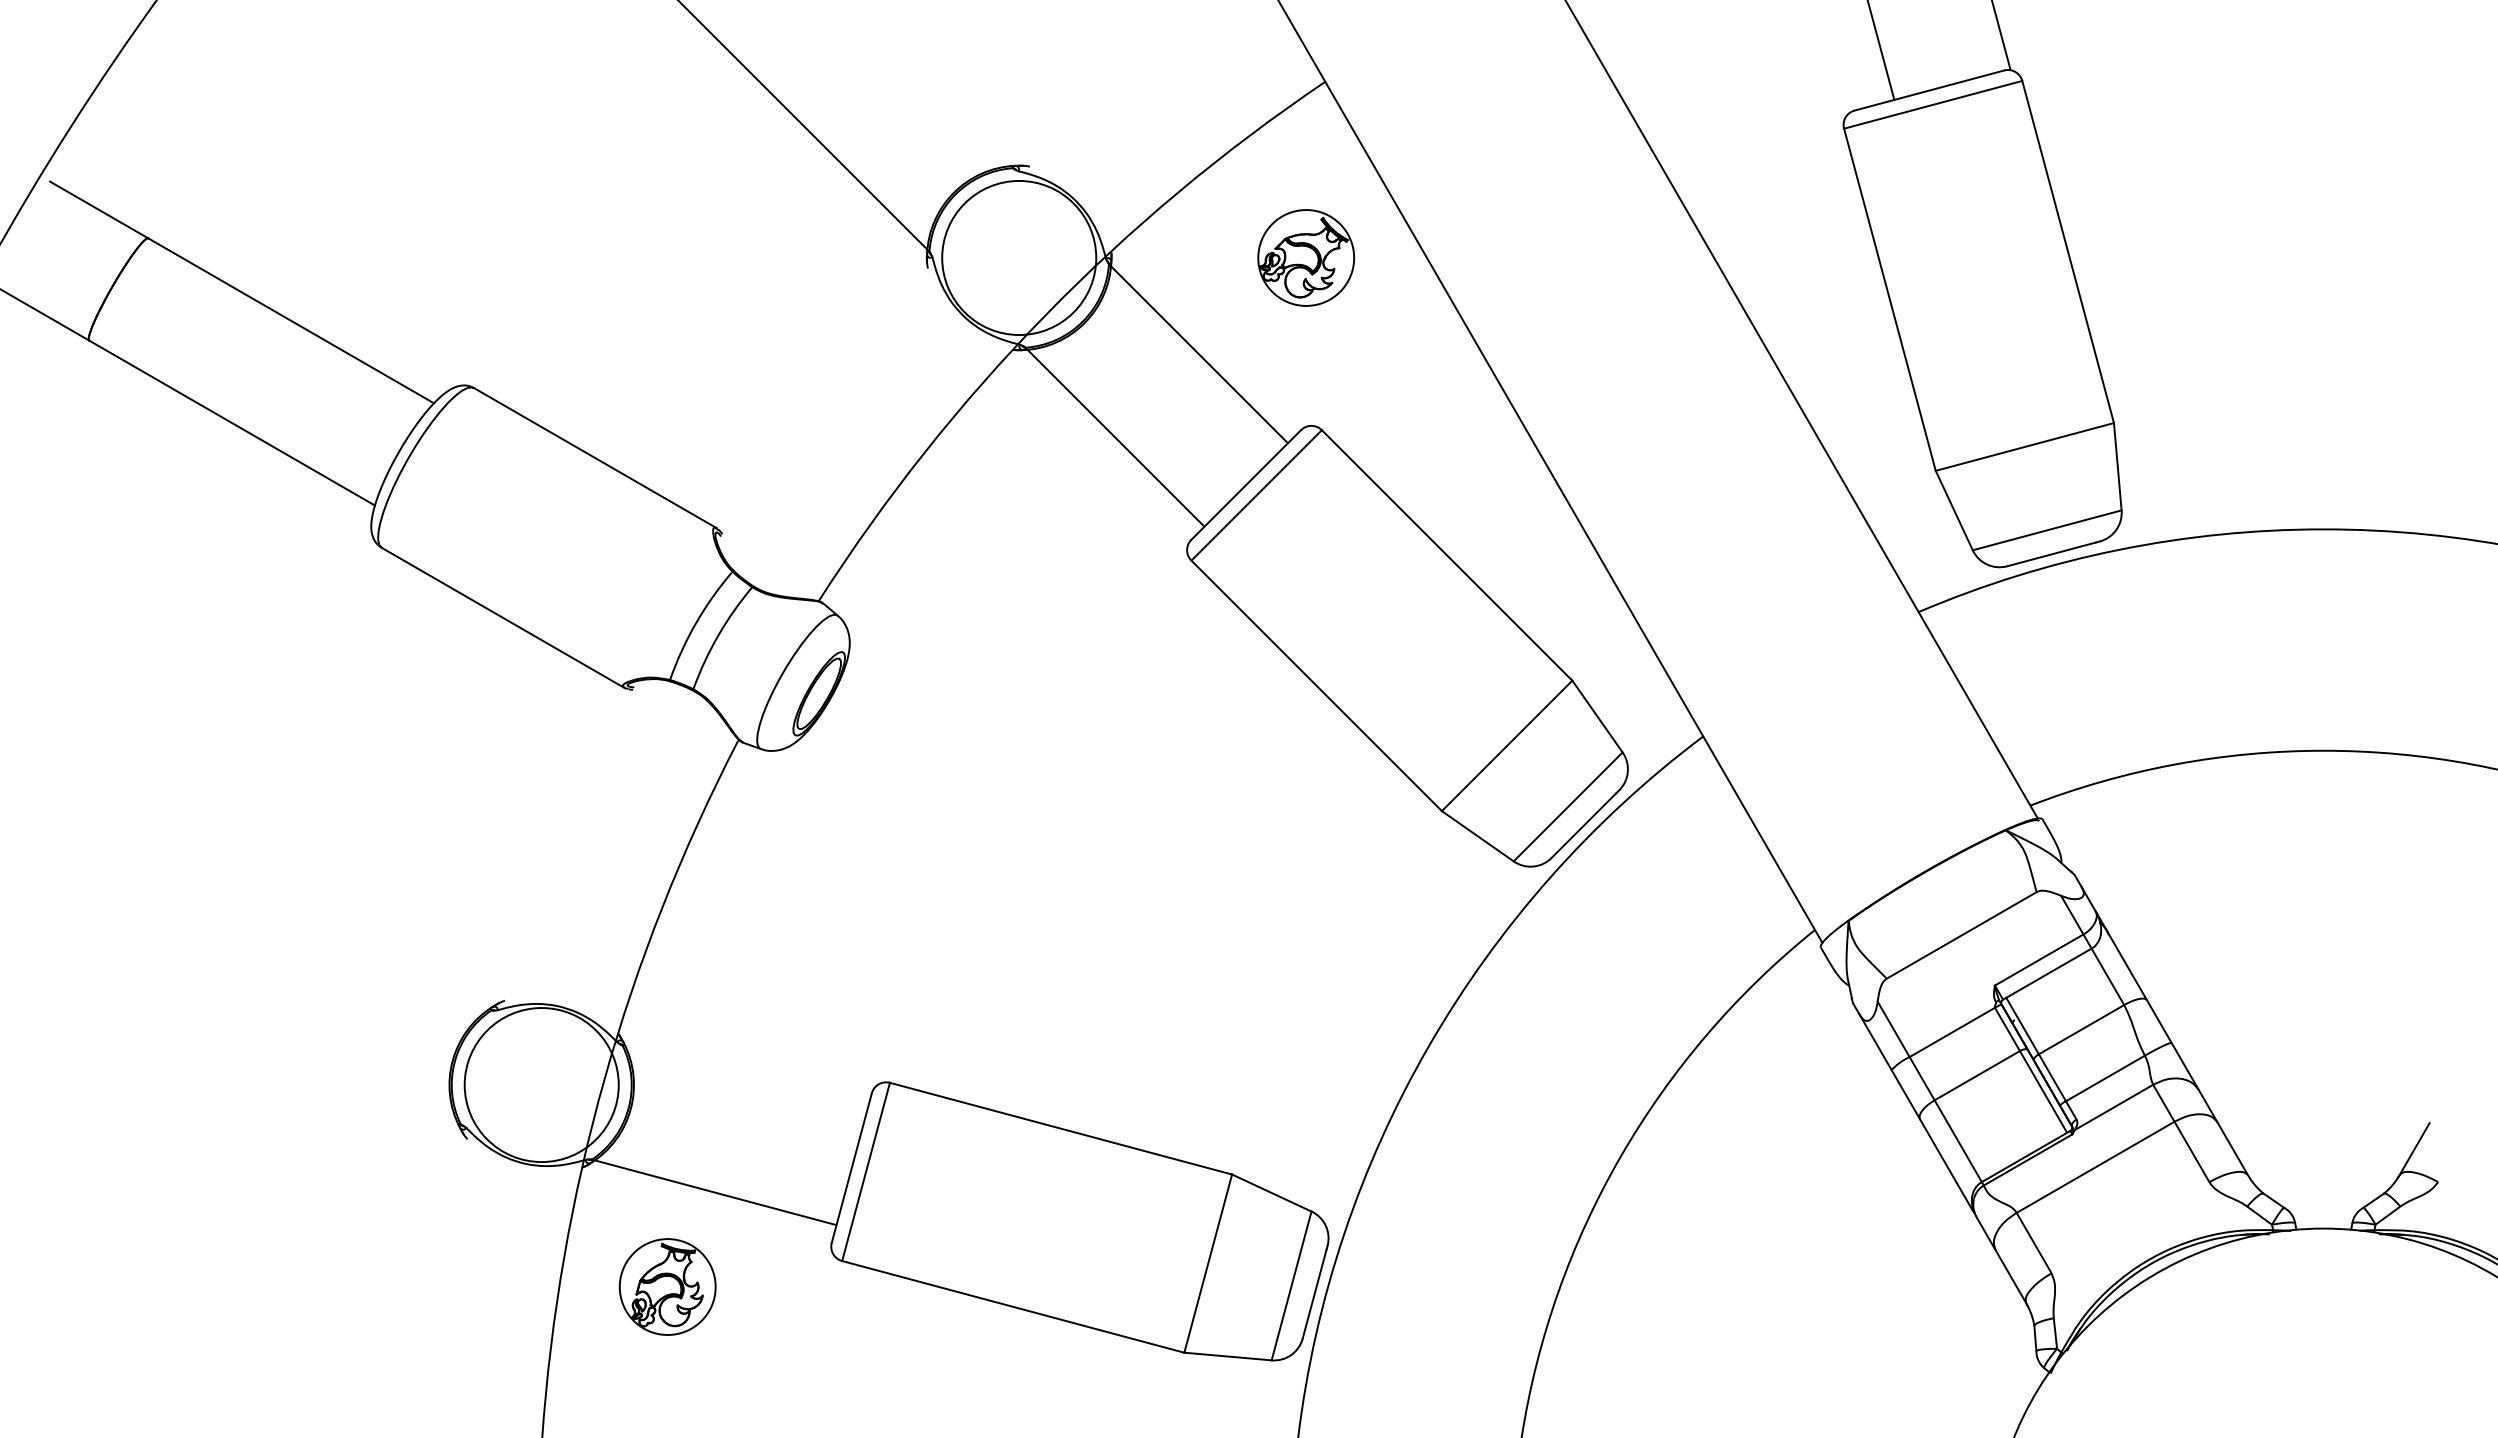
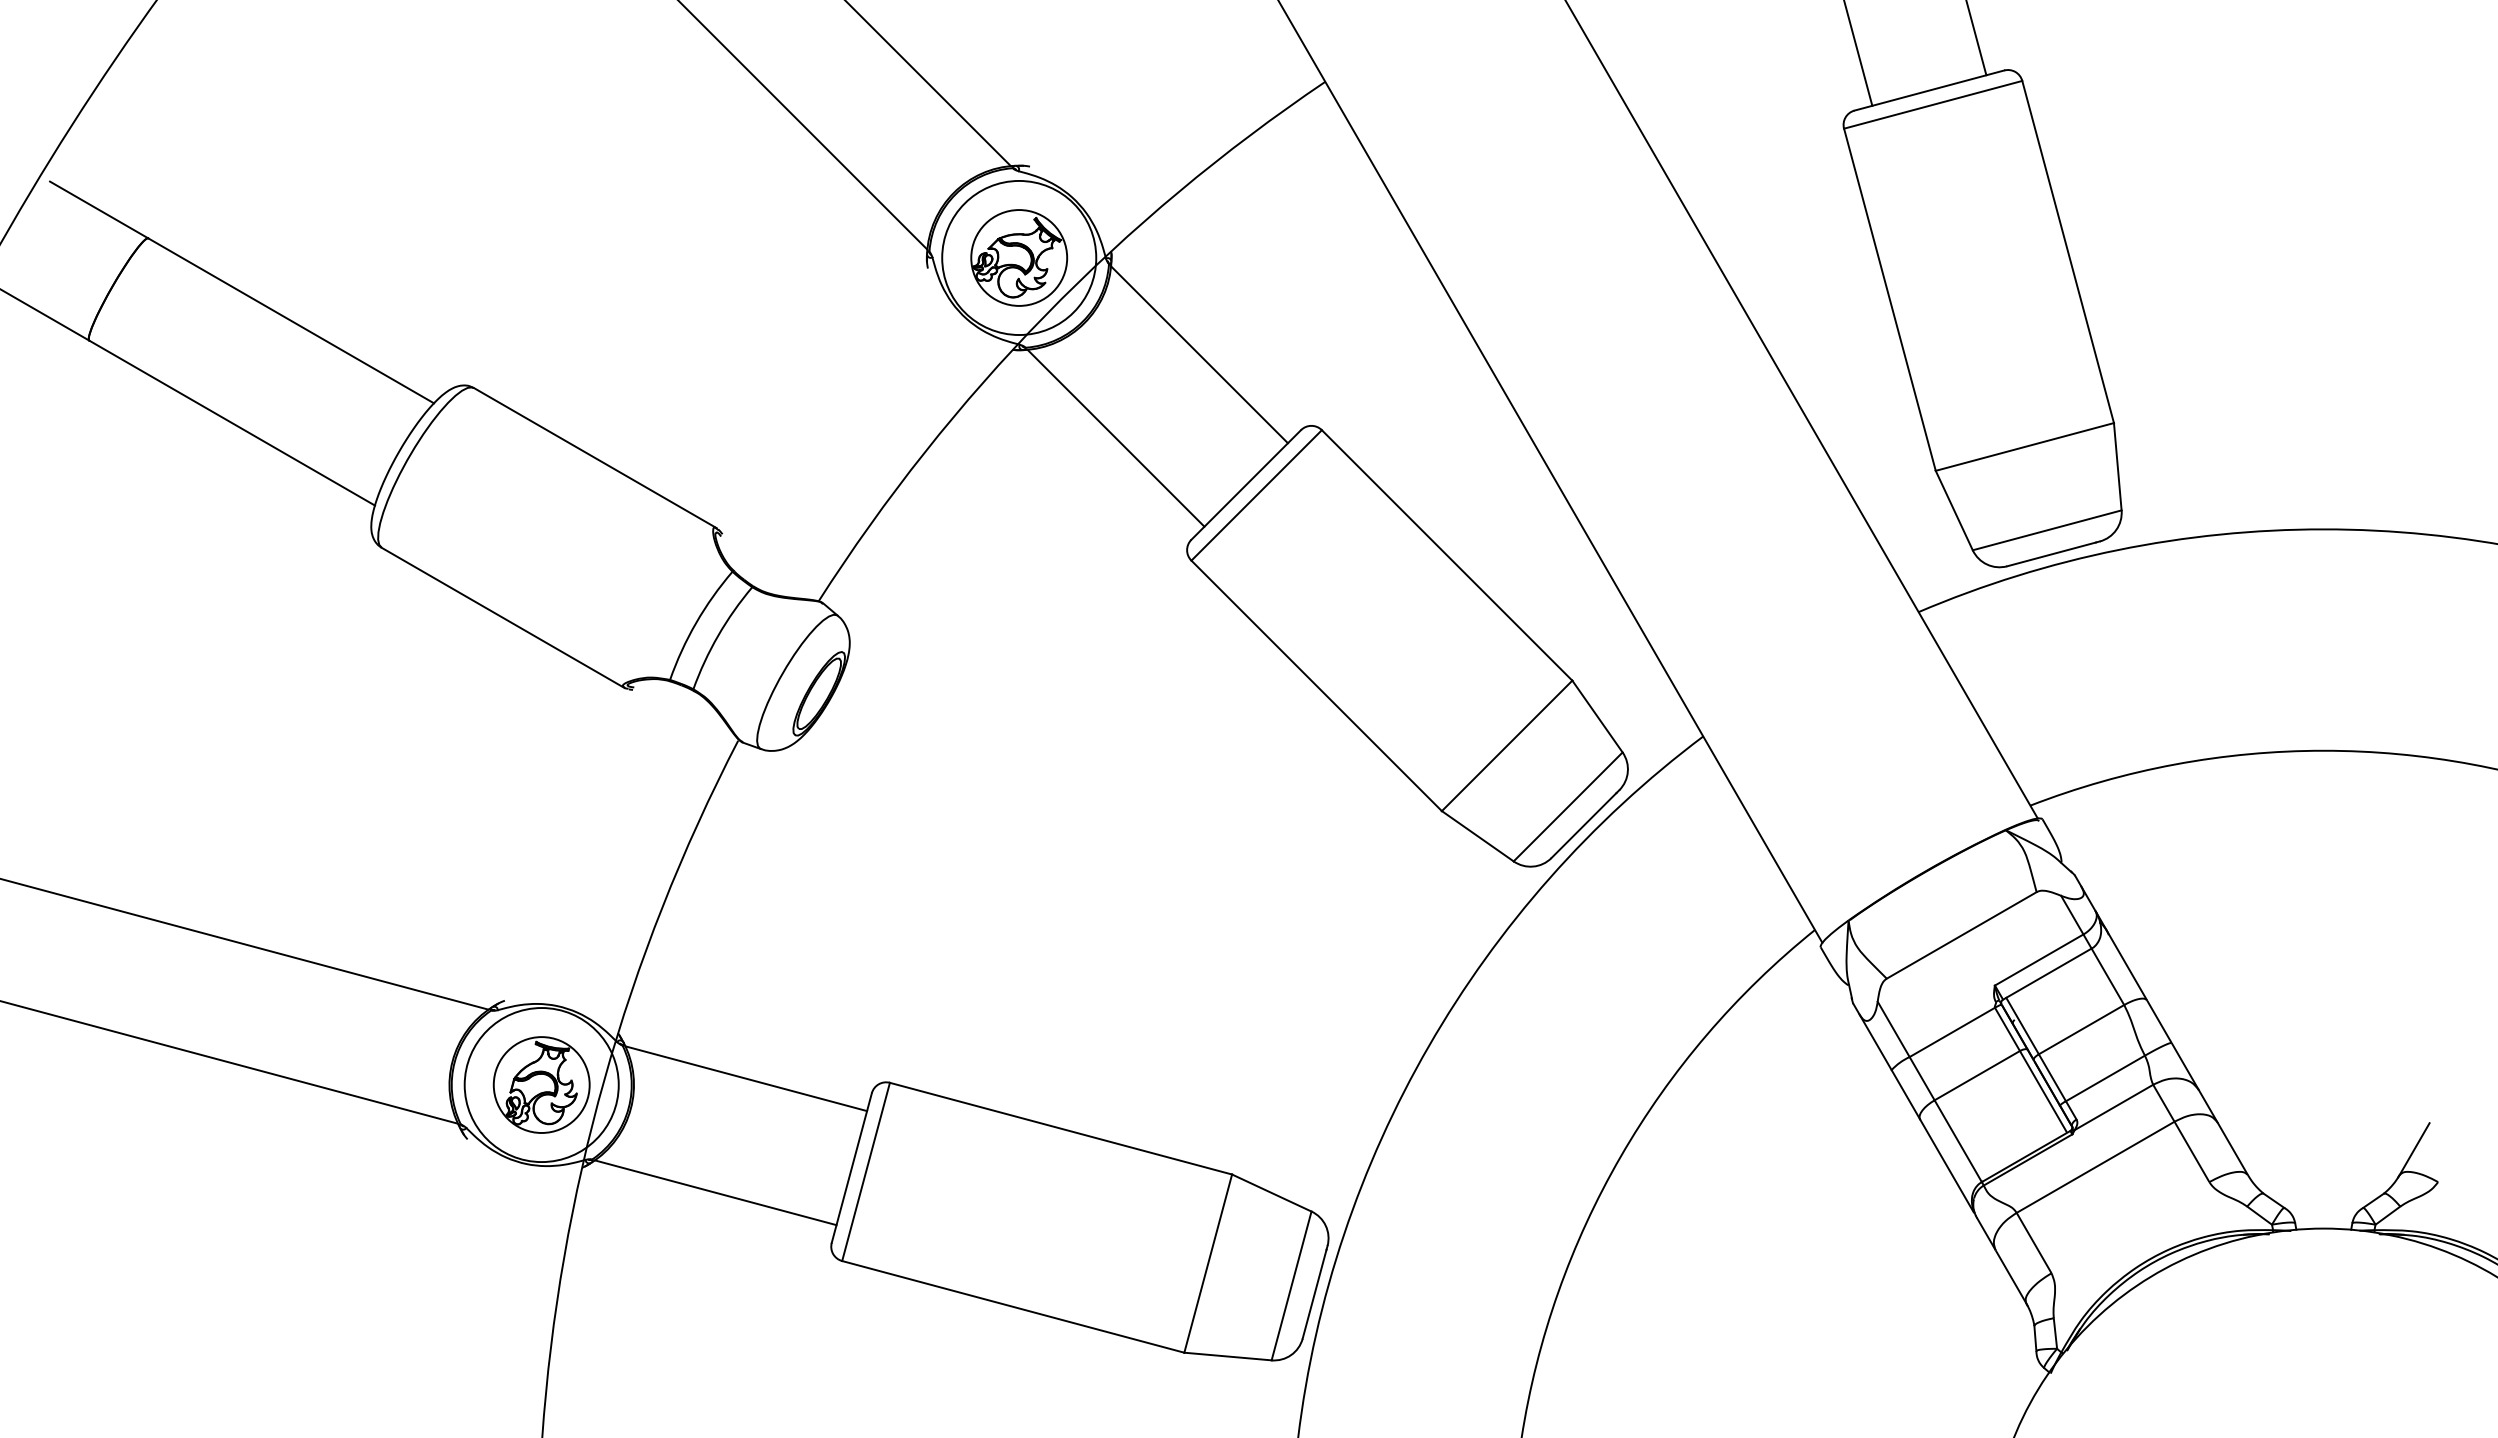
line at (2001, 35) position: (2001, 35) -> (1976, 38)
line at (1881, 50) position: (1881, 50) -> (1858, 53)
line at (928, 84): none -> present
part at (1306, 257) position: (1306, 257) -> (1019, 257)
line at (245, 944): none -> present
line at (229, 1062): none -> present
line at (746, 1078): none -> present
part at (667, 1286) position: (667, 1286) -> (541, 1084)
